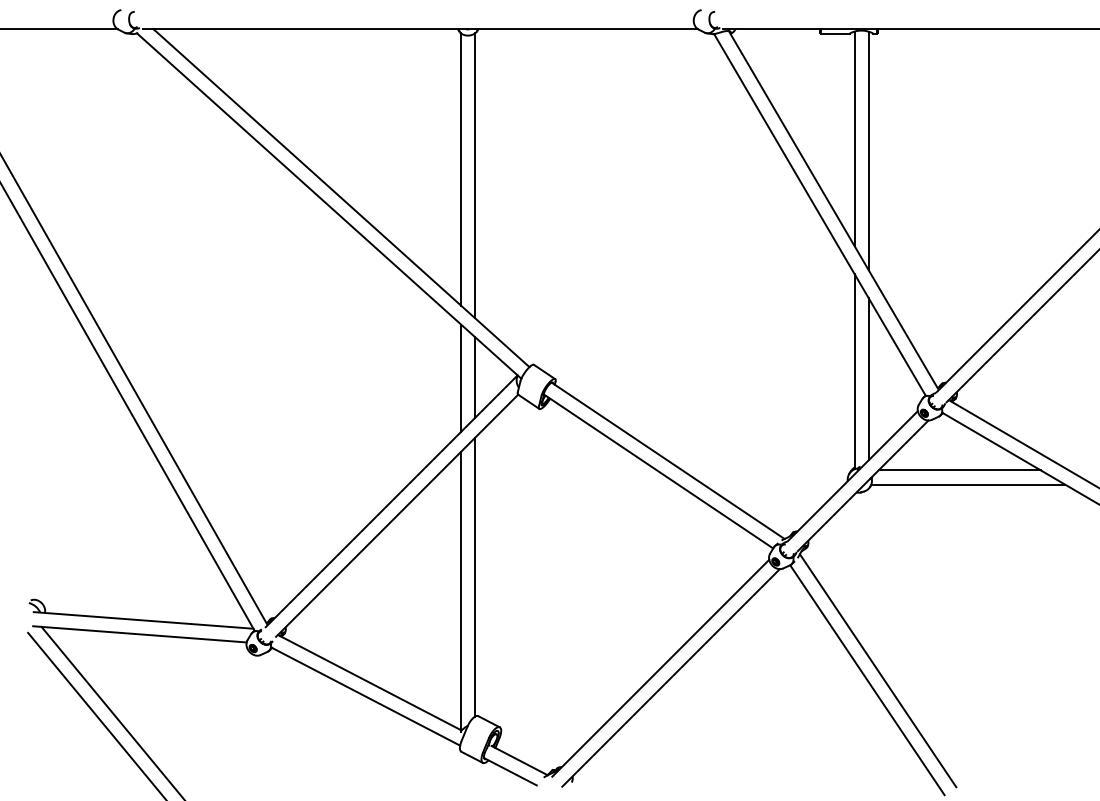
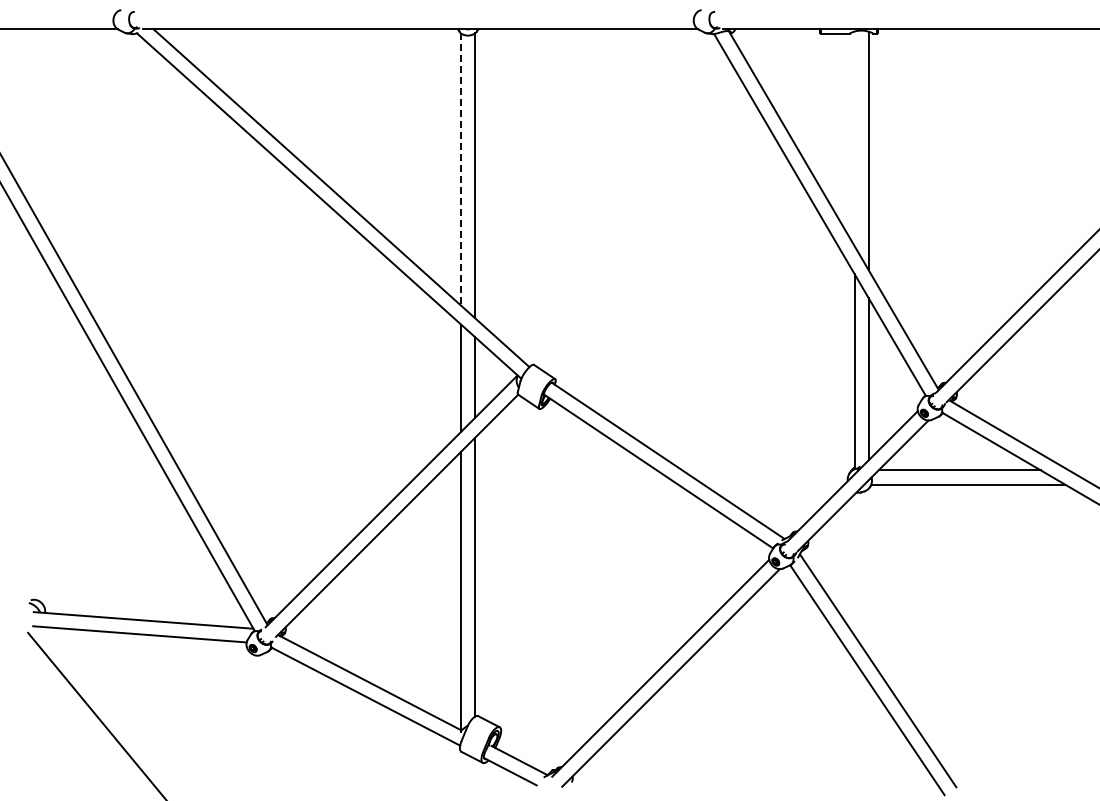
line at (854, 138): present -> none
line at (461, 170): solid -> dashed
line at (111, 711): present -> none
